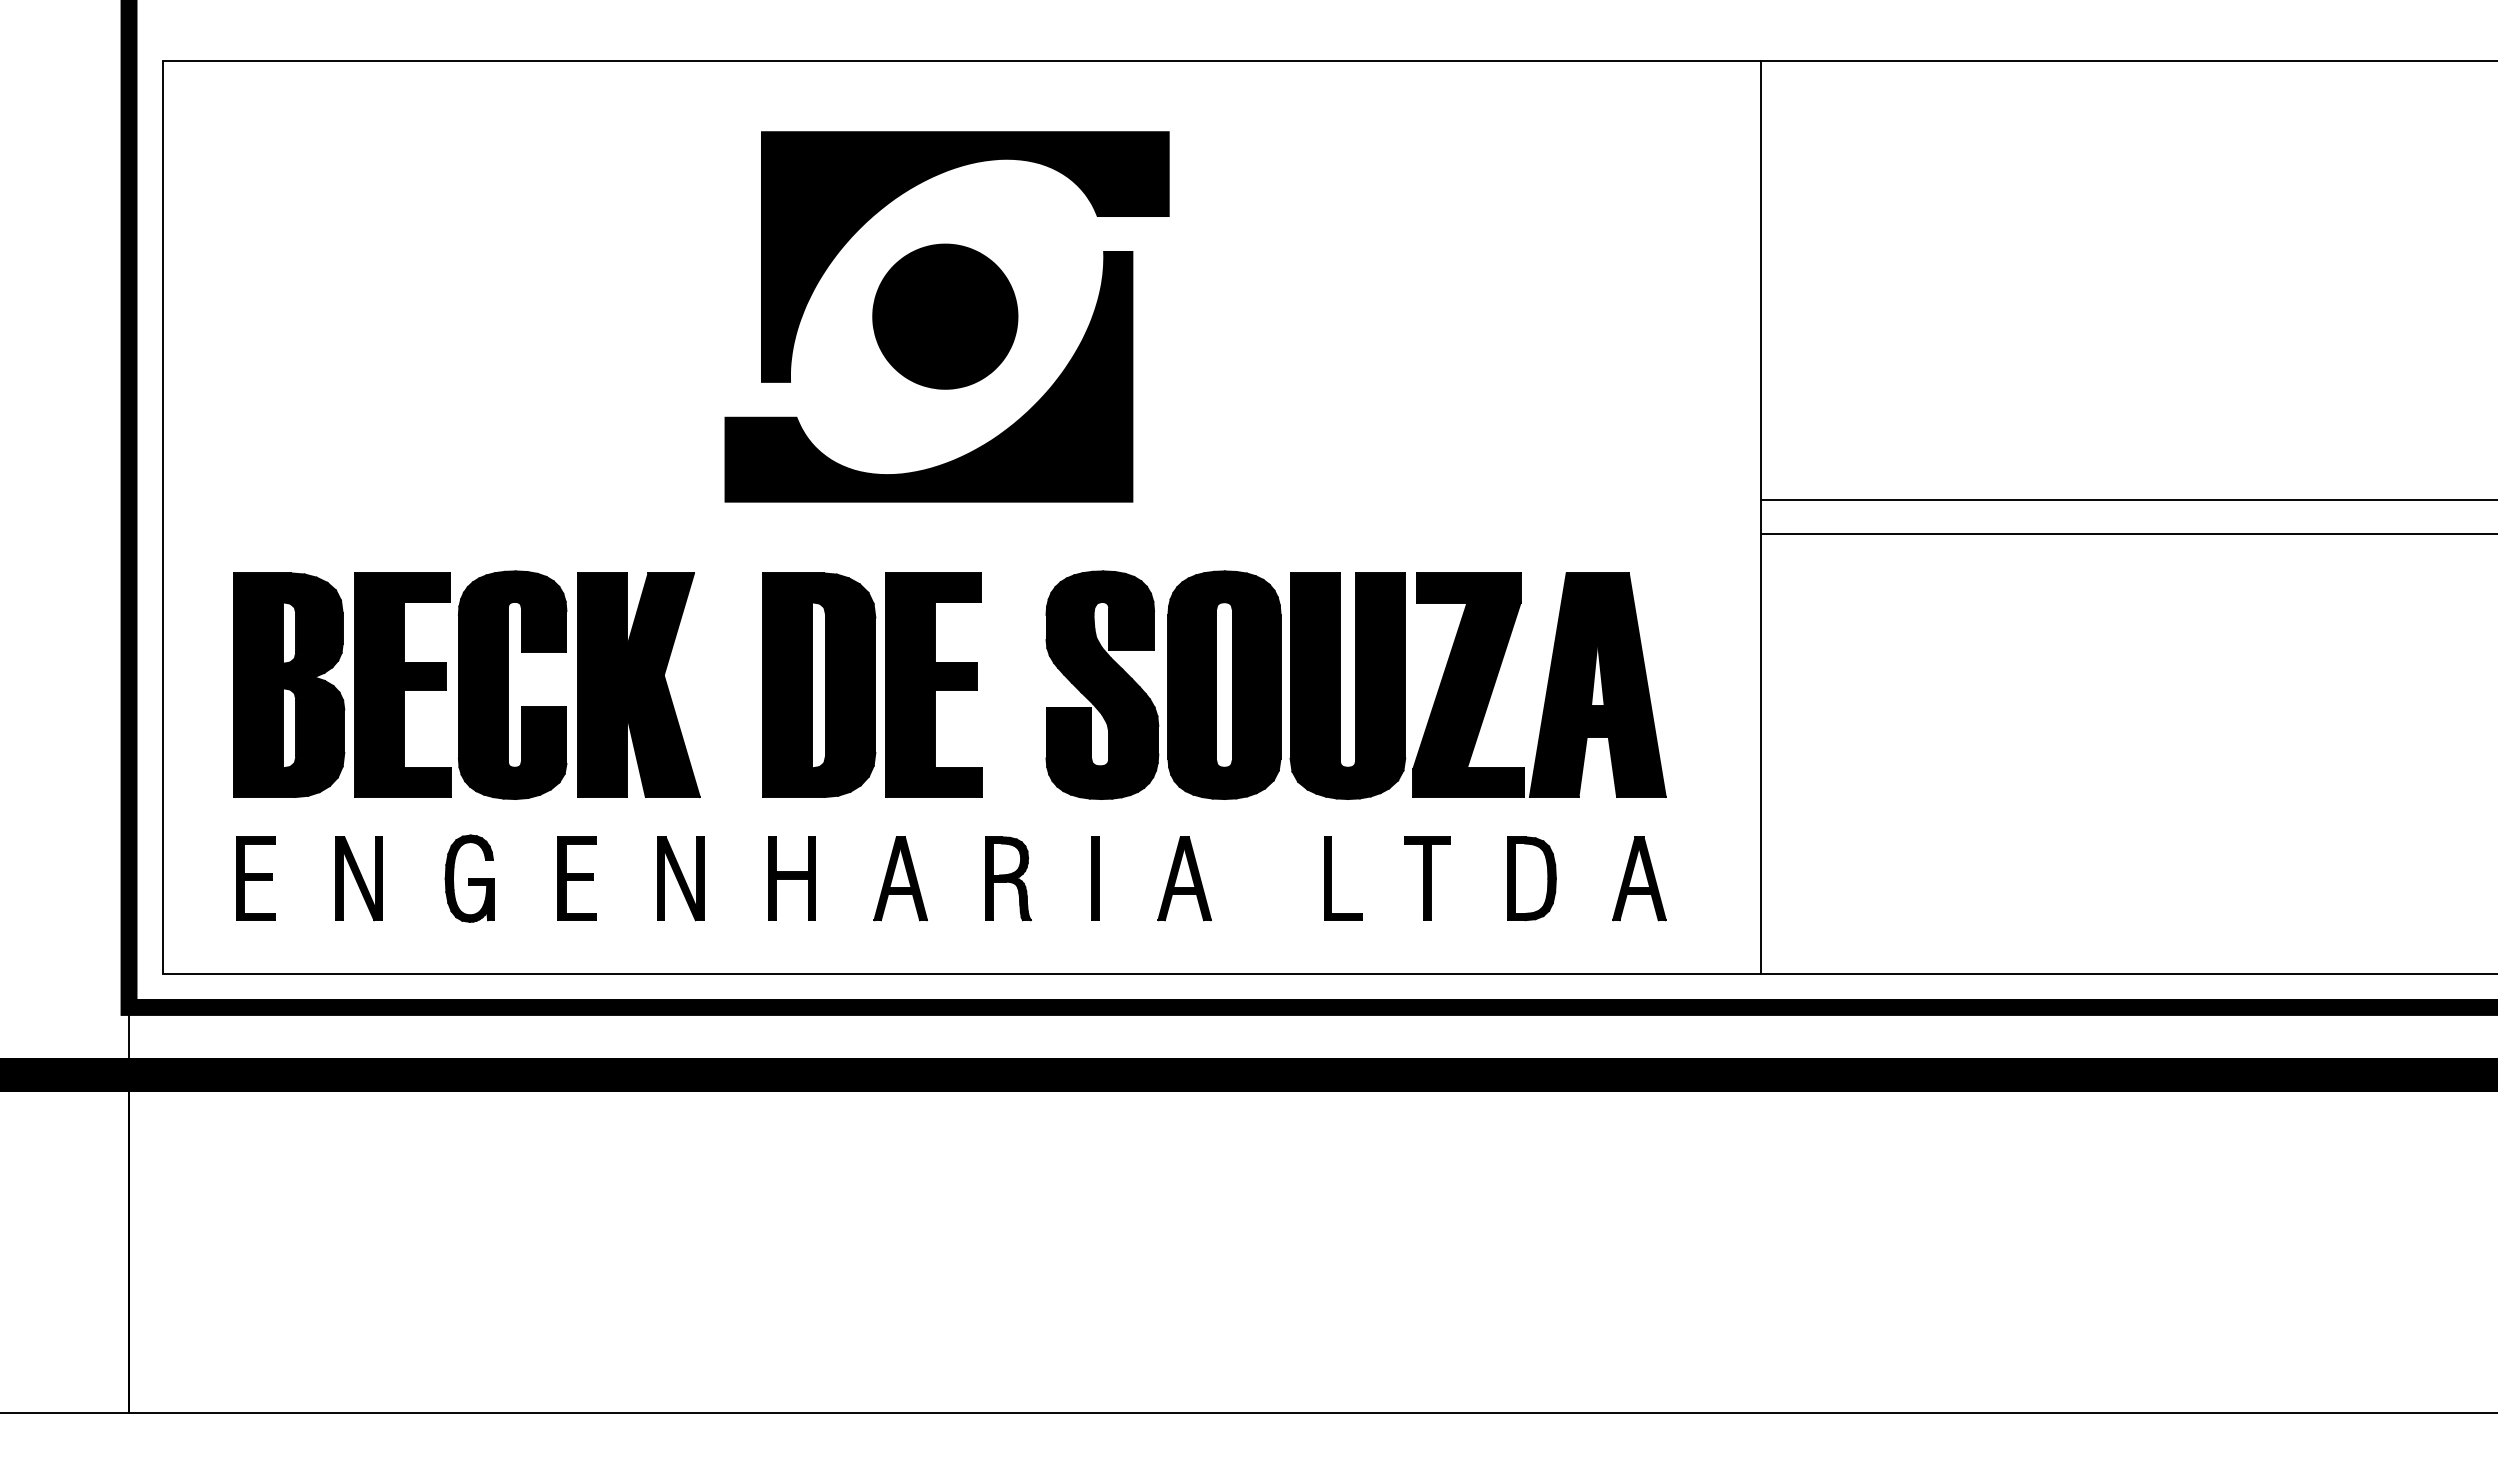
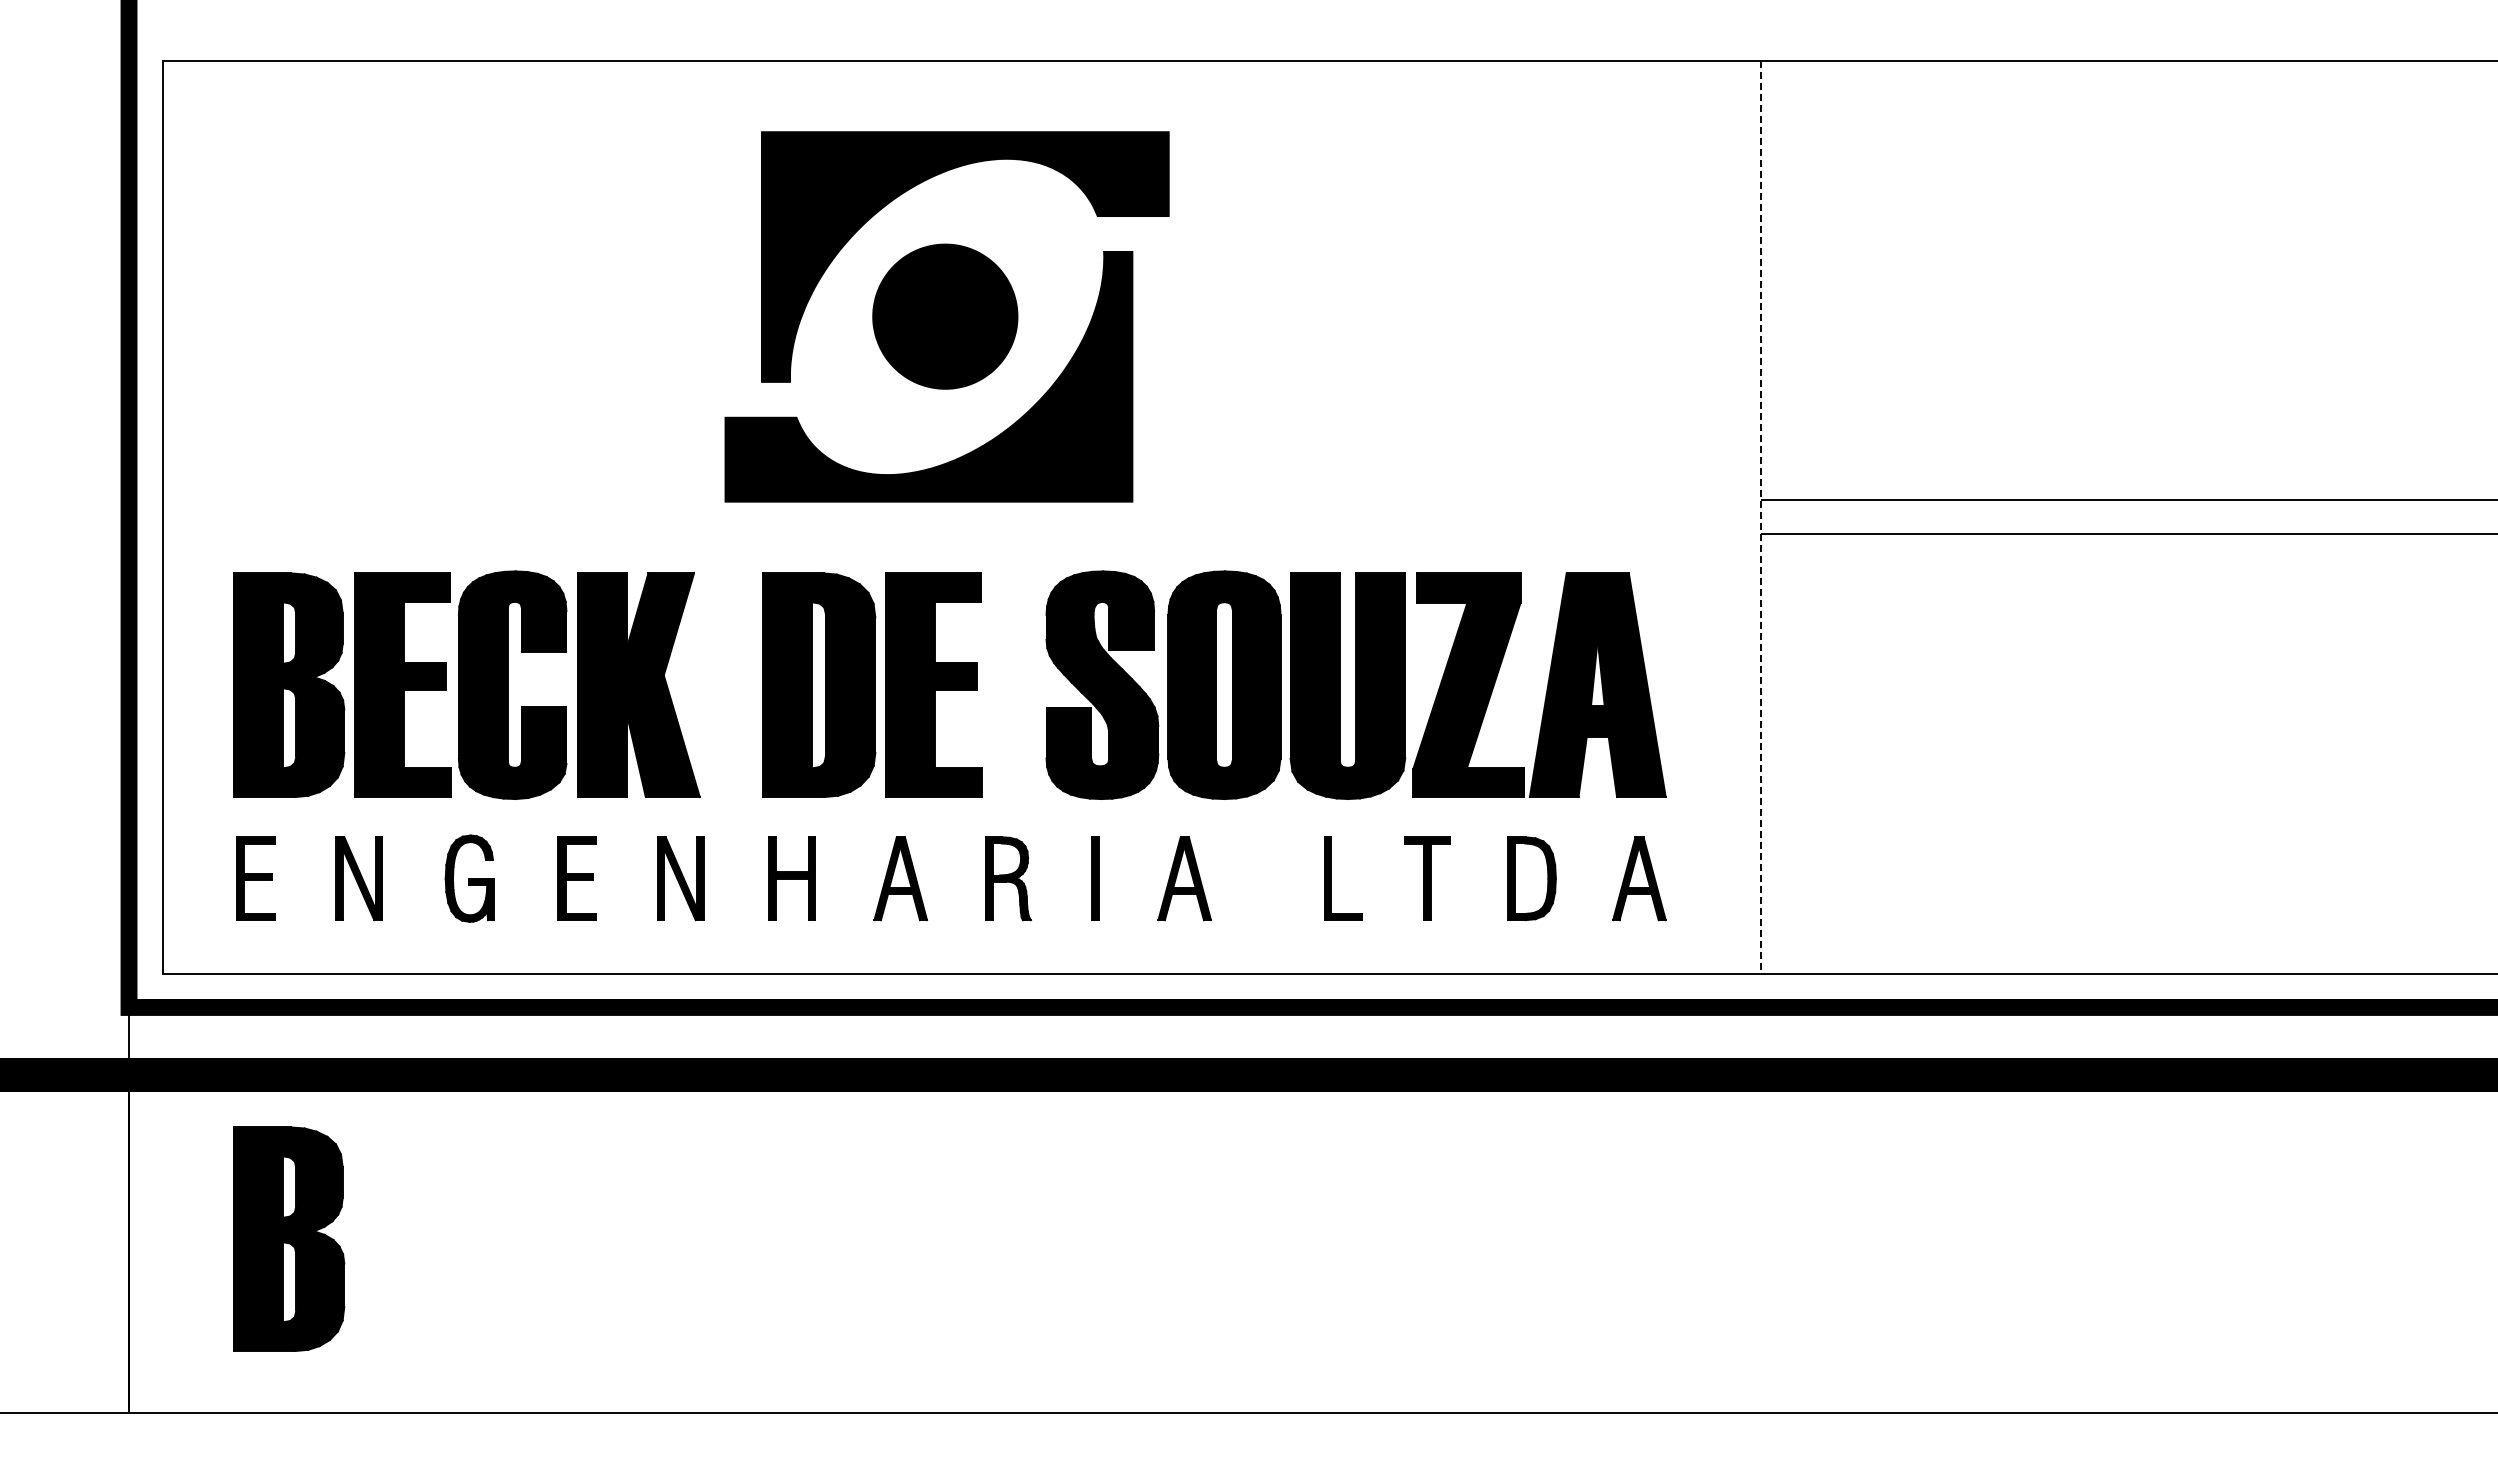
line at (1760, 517): solid -> dashed
part at (289, 1238): none -> present
